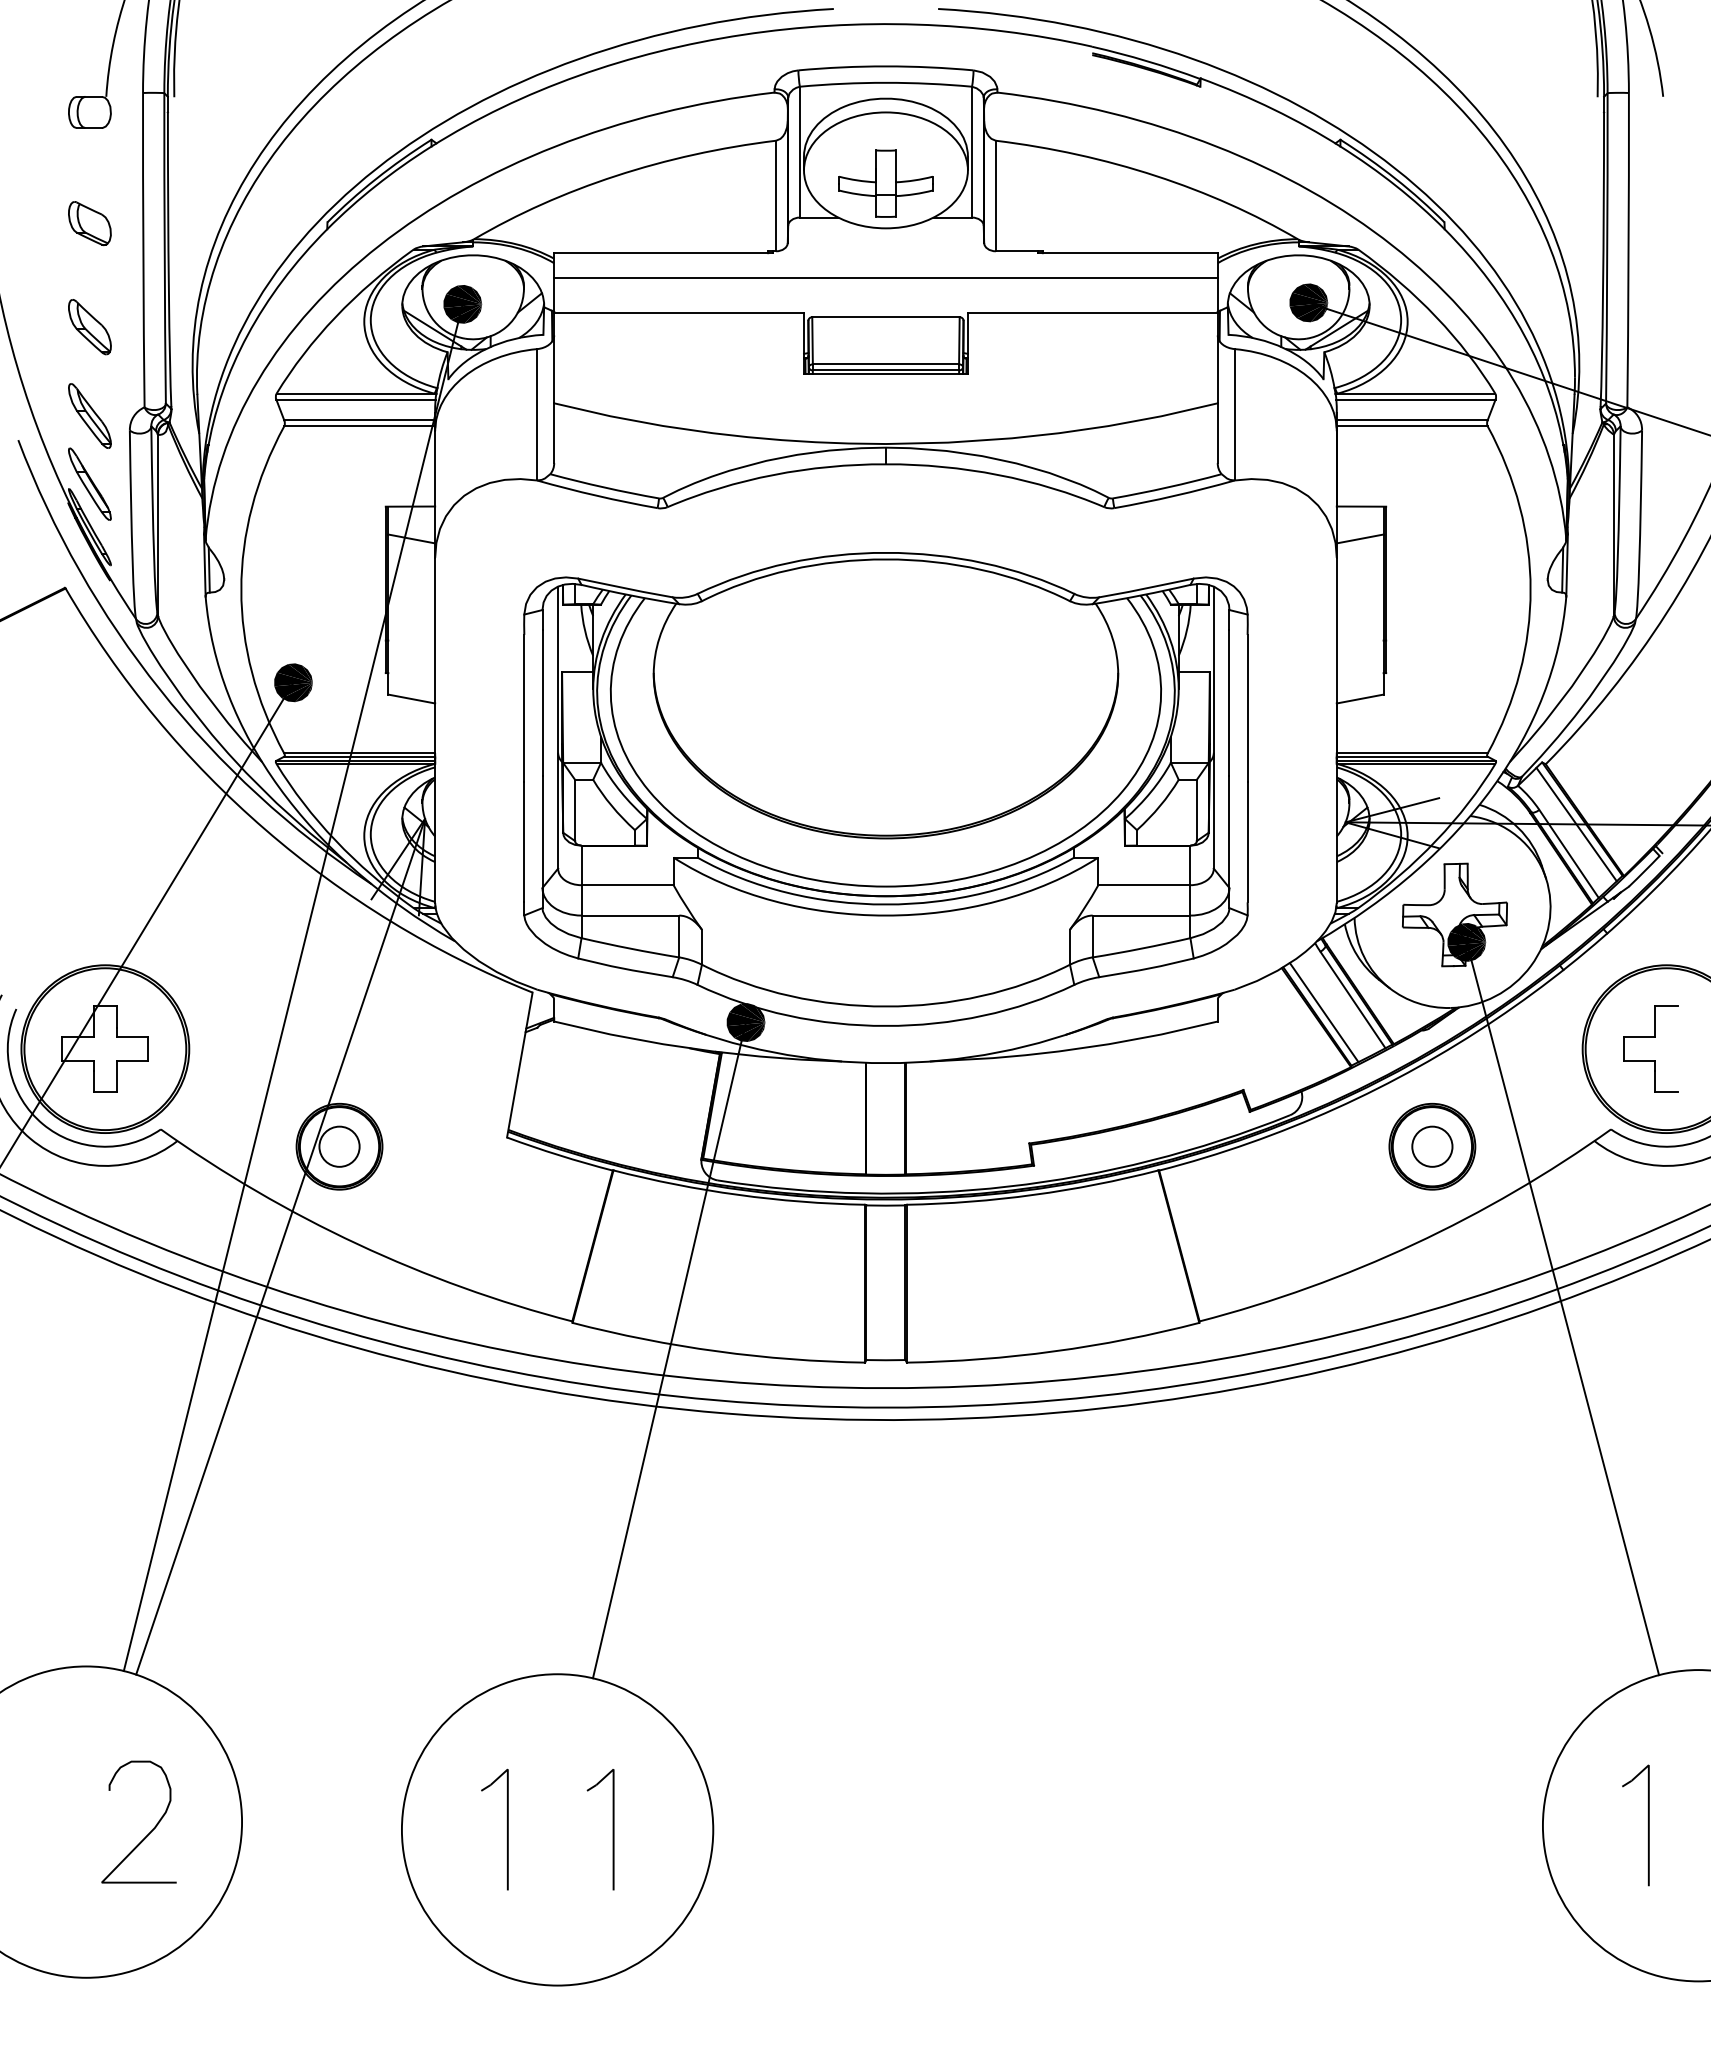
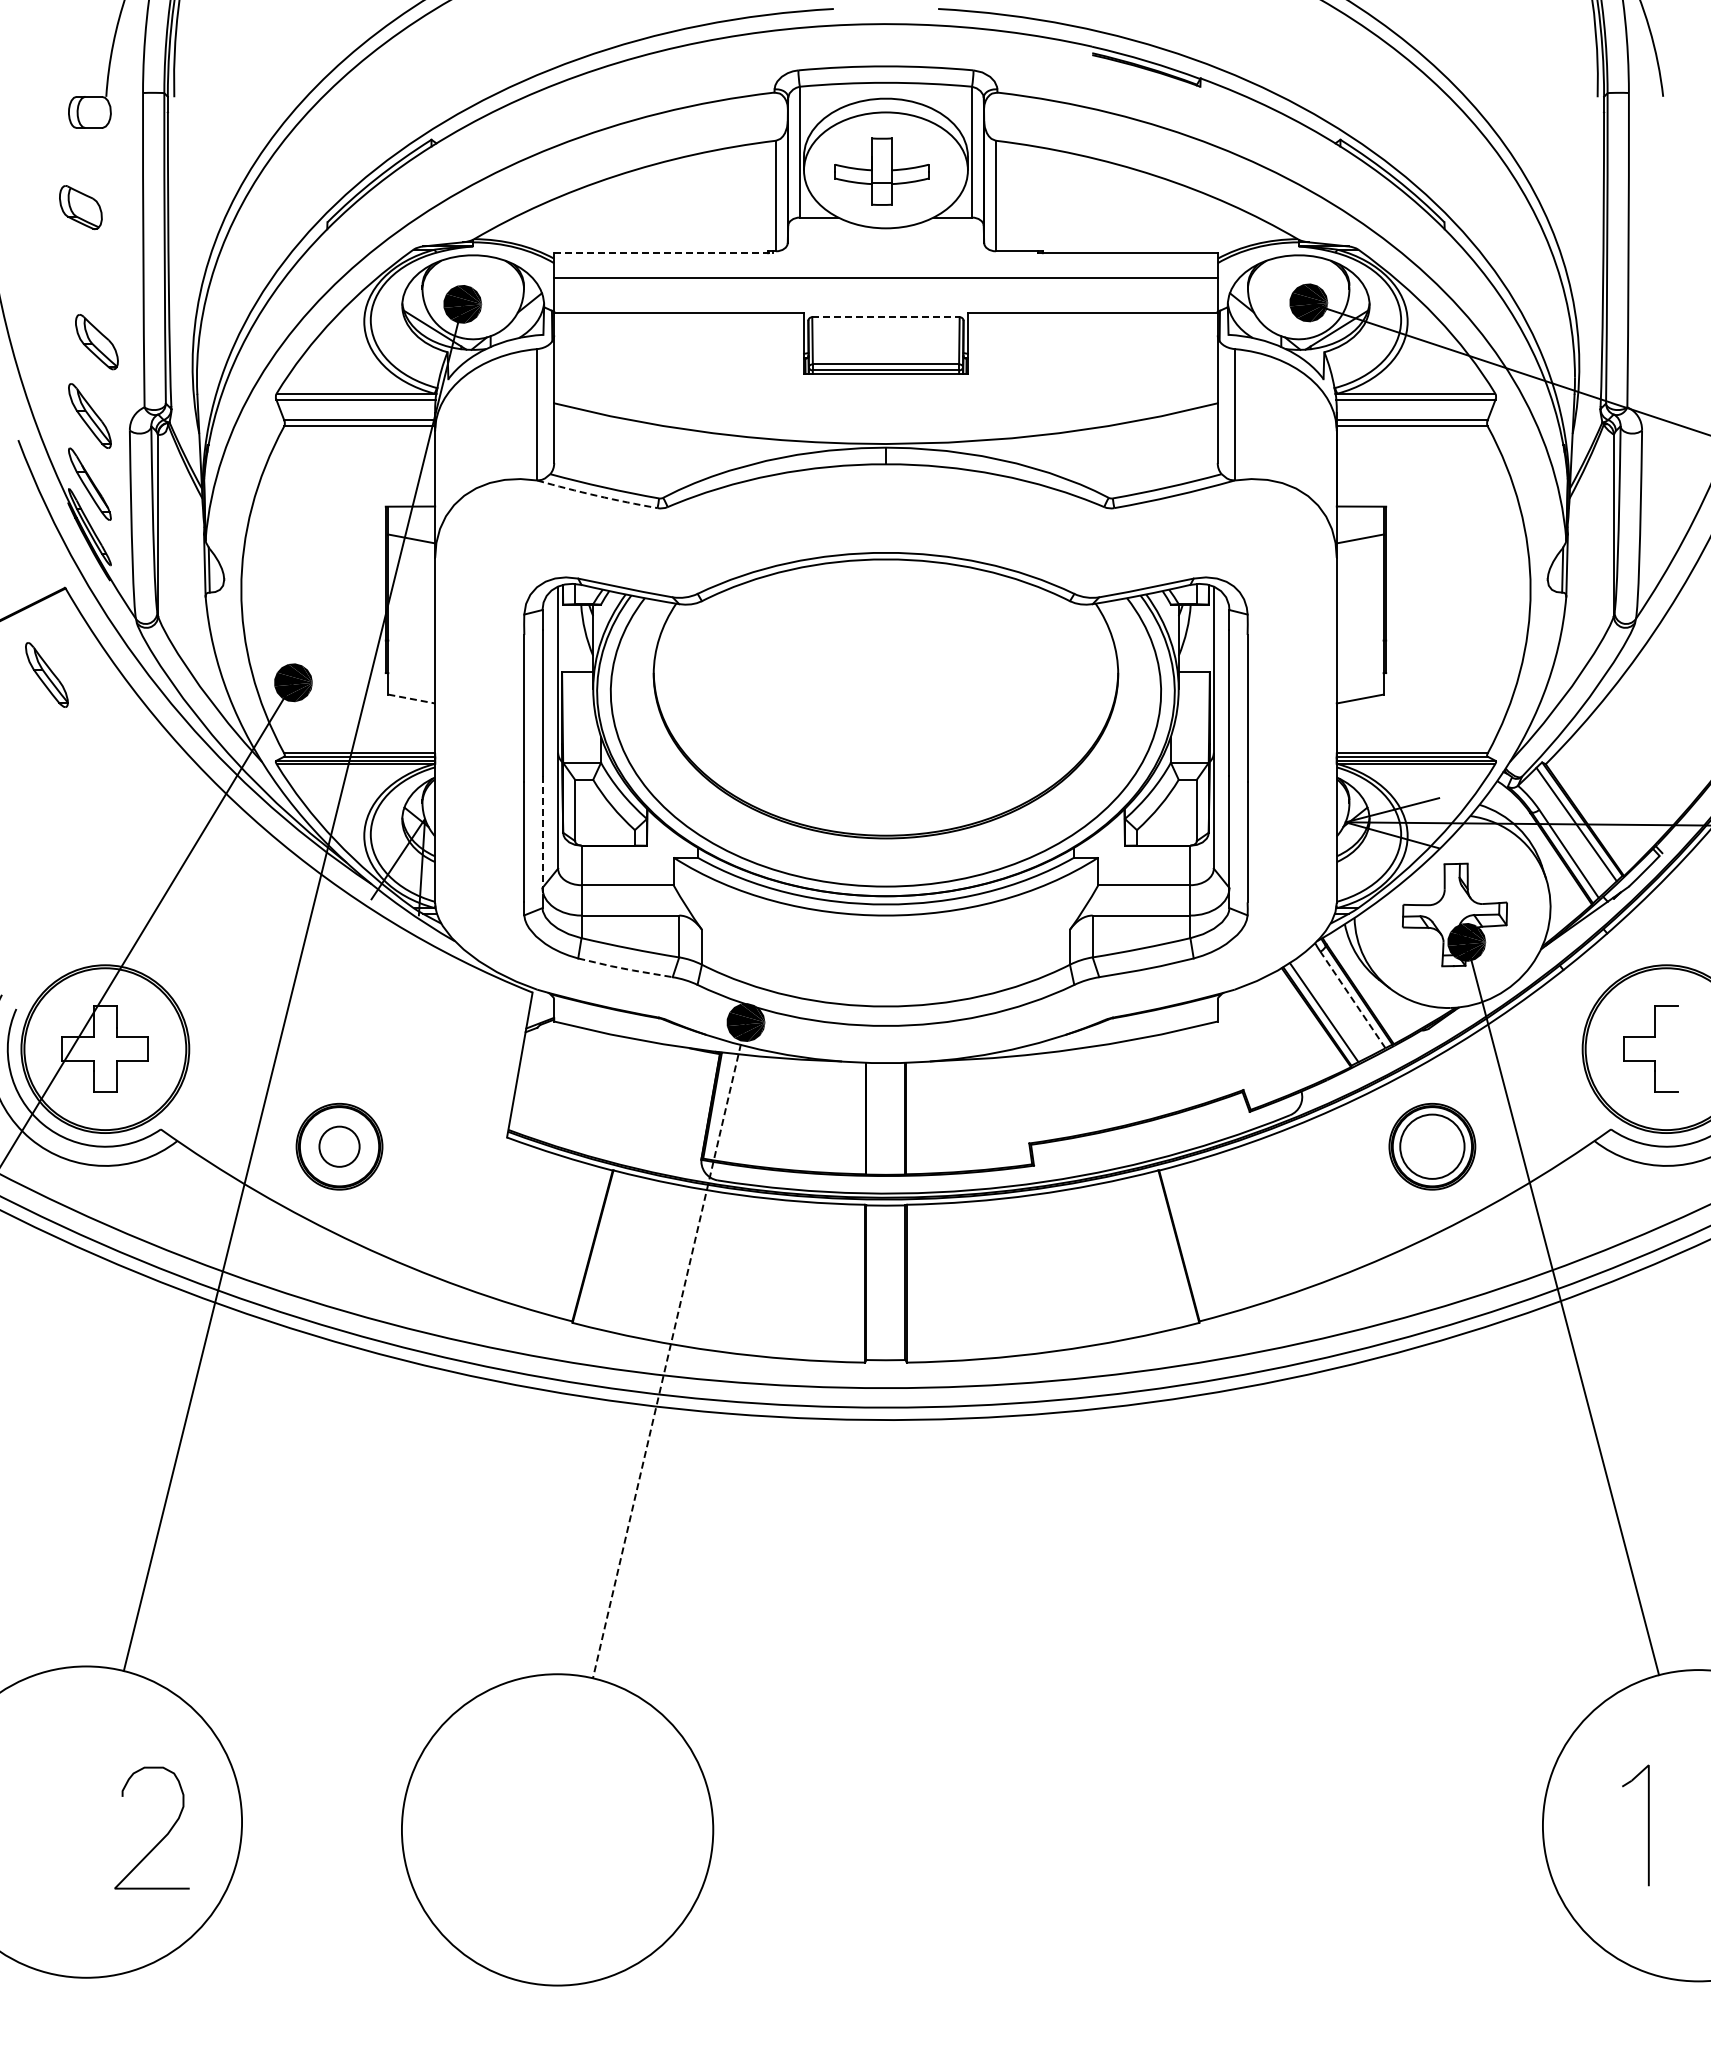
part at (885, 183) position: (885, 183) -> (881, 171)
part at (89, 223) position: (89, 223) -> (80, 207)
line at (664, 253): solid -> dashed
line at (885, 317): solid -> dashed
part at (89, 327) position: (89, 327) -> (96, 342)
arc at (597, 495): solid -> dashed
part at (46, 674): none -> present
line at (411, 699): solid -> dashed
line at (542, 836): solid -> dashed
line at (625, 969): solid -> dashed
line at (1352, 999): solid -> dashed
circle at (1432, 1146) diameter: 40 px -> 64 px
line at (280, 1246): present -> none
line at (669, 1350): solid -> dashed
part at (507, 1829): present -> none
part at (612, 1829): present -> none
curve at (149, 1832) position: (149, 1832) -> (162, 1838)
